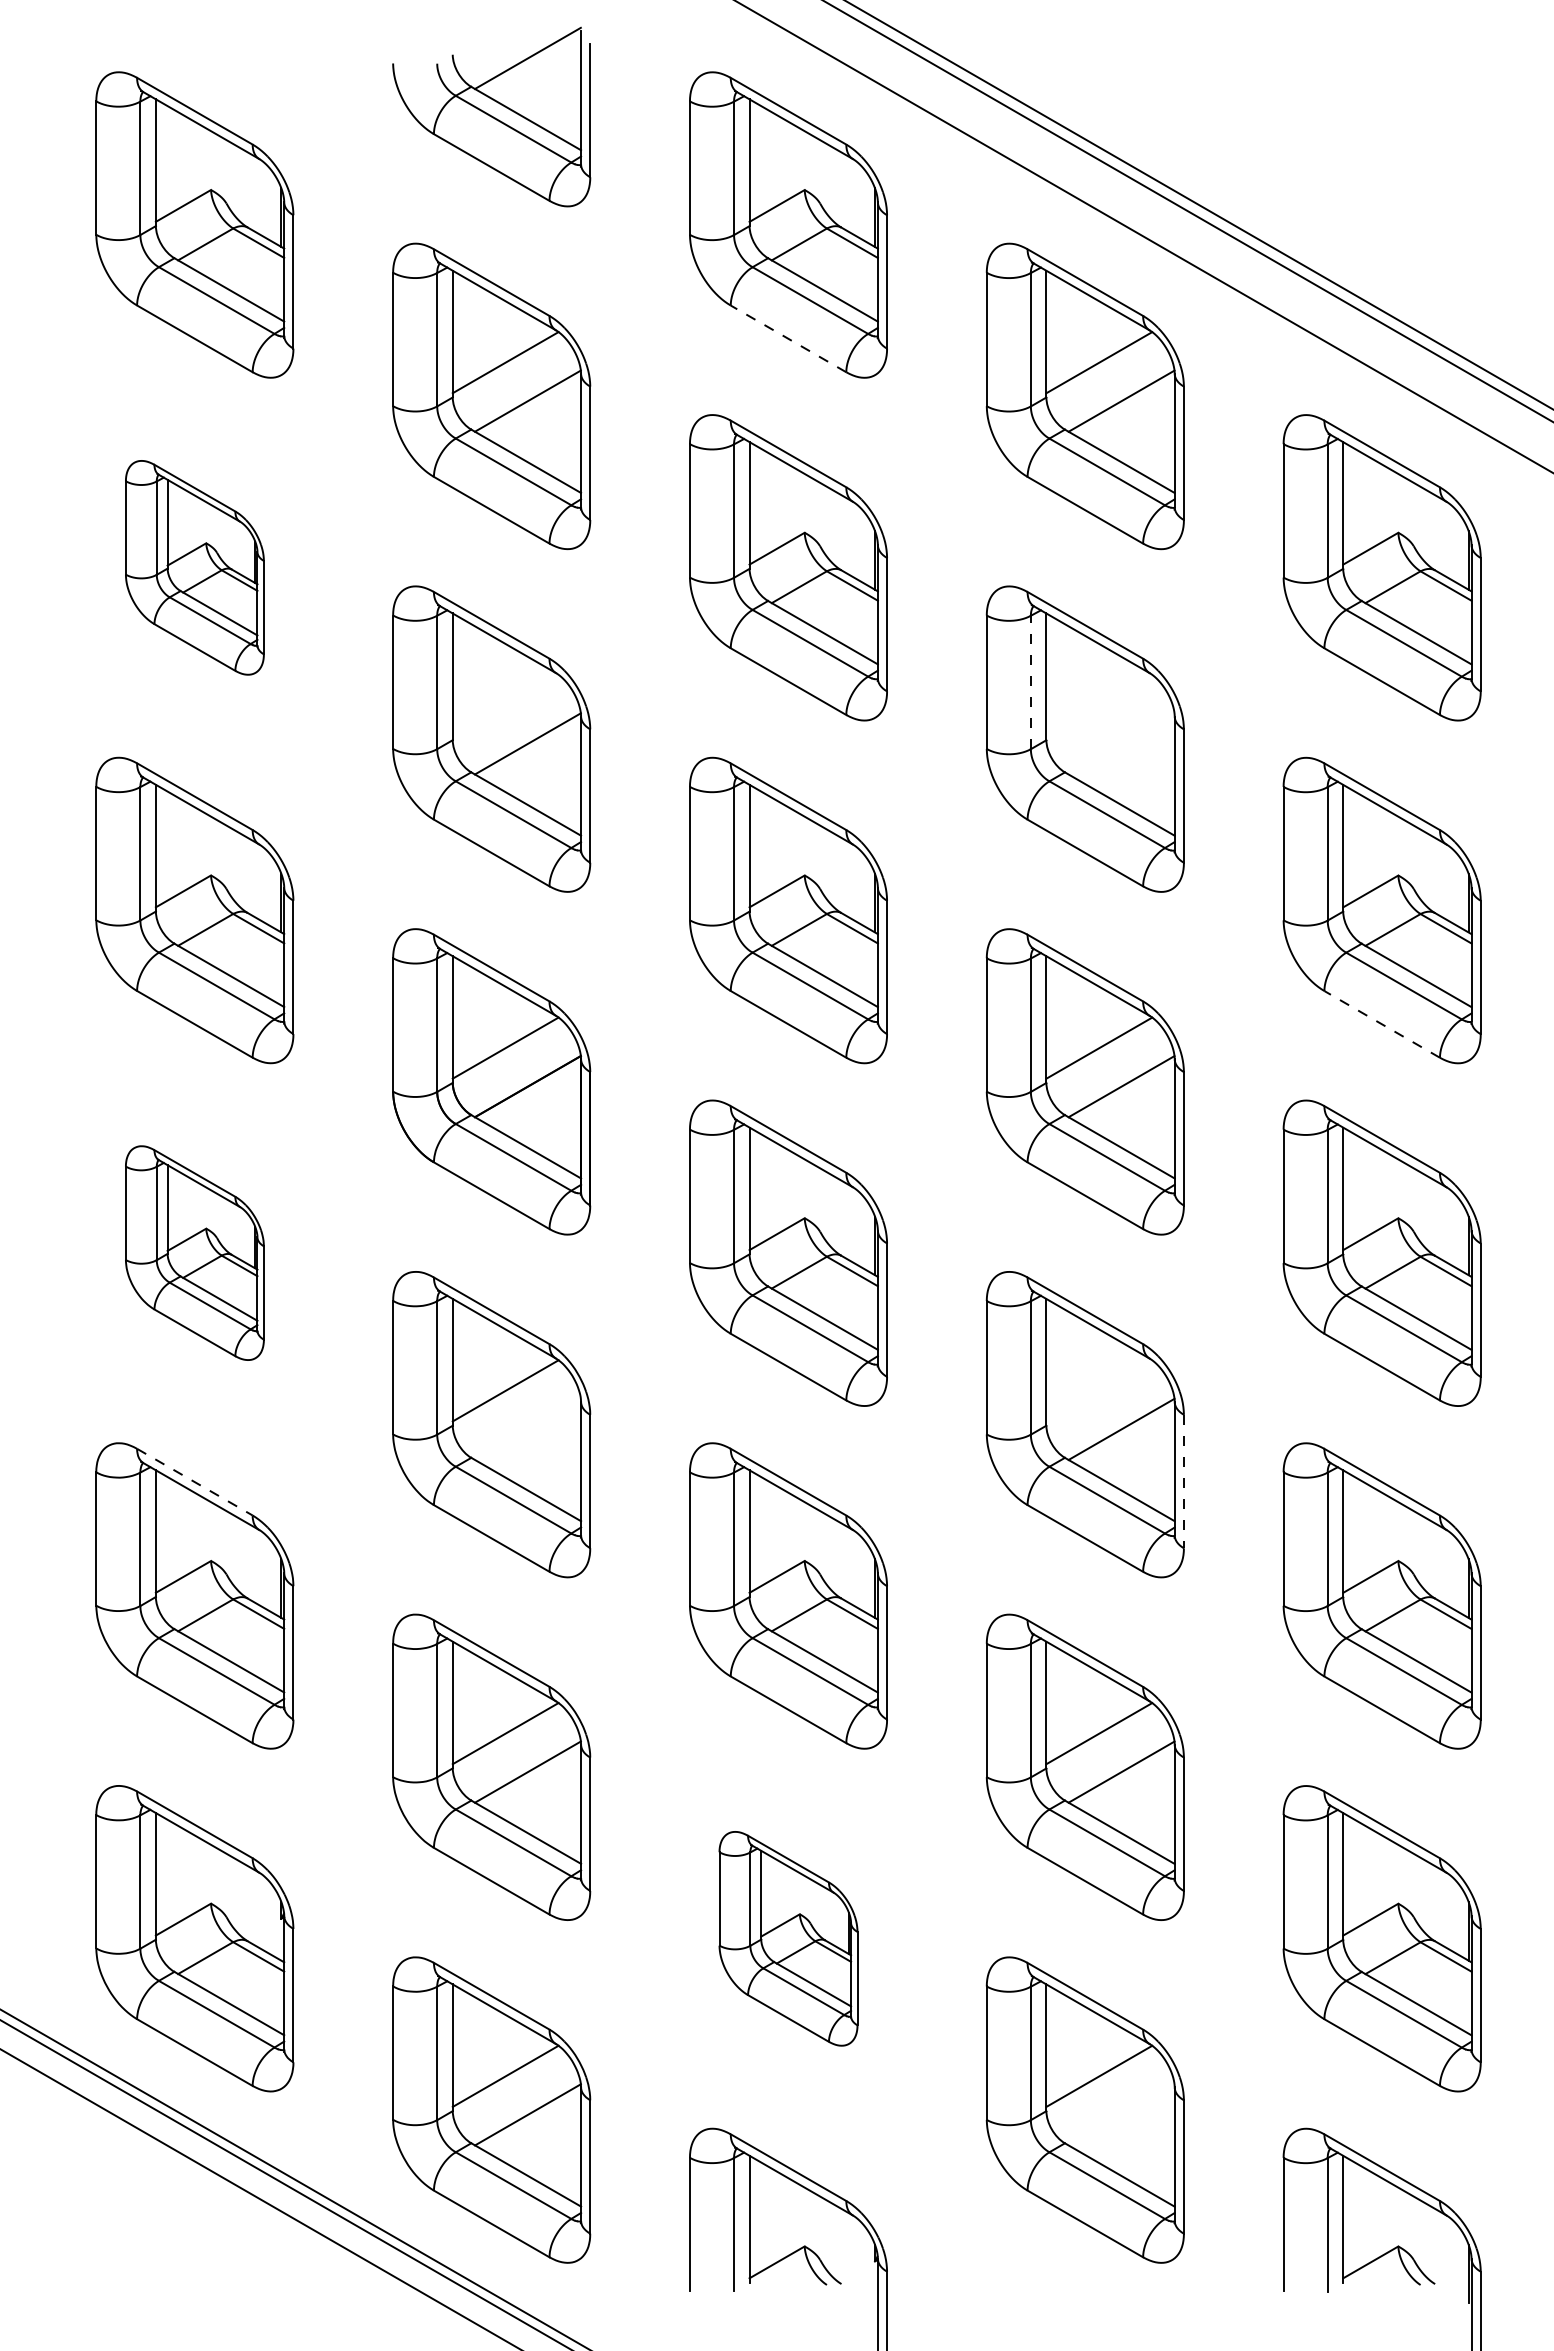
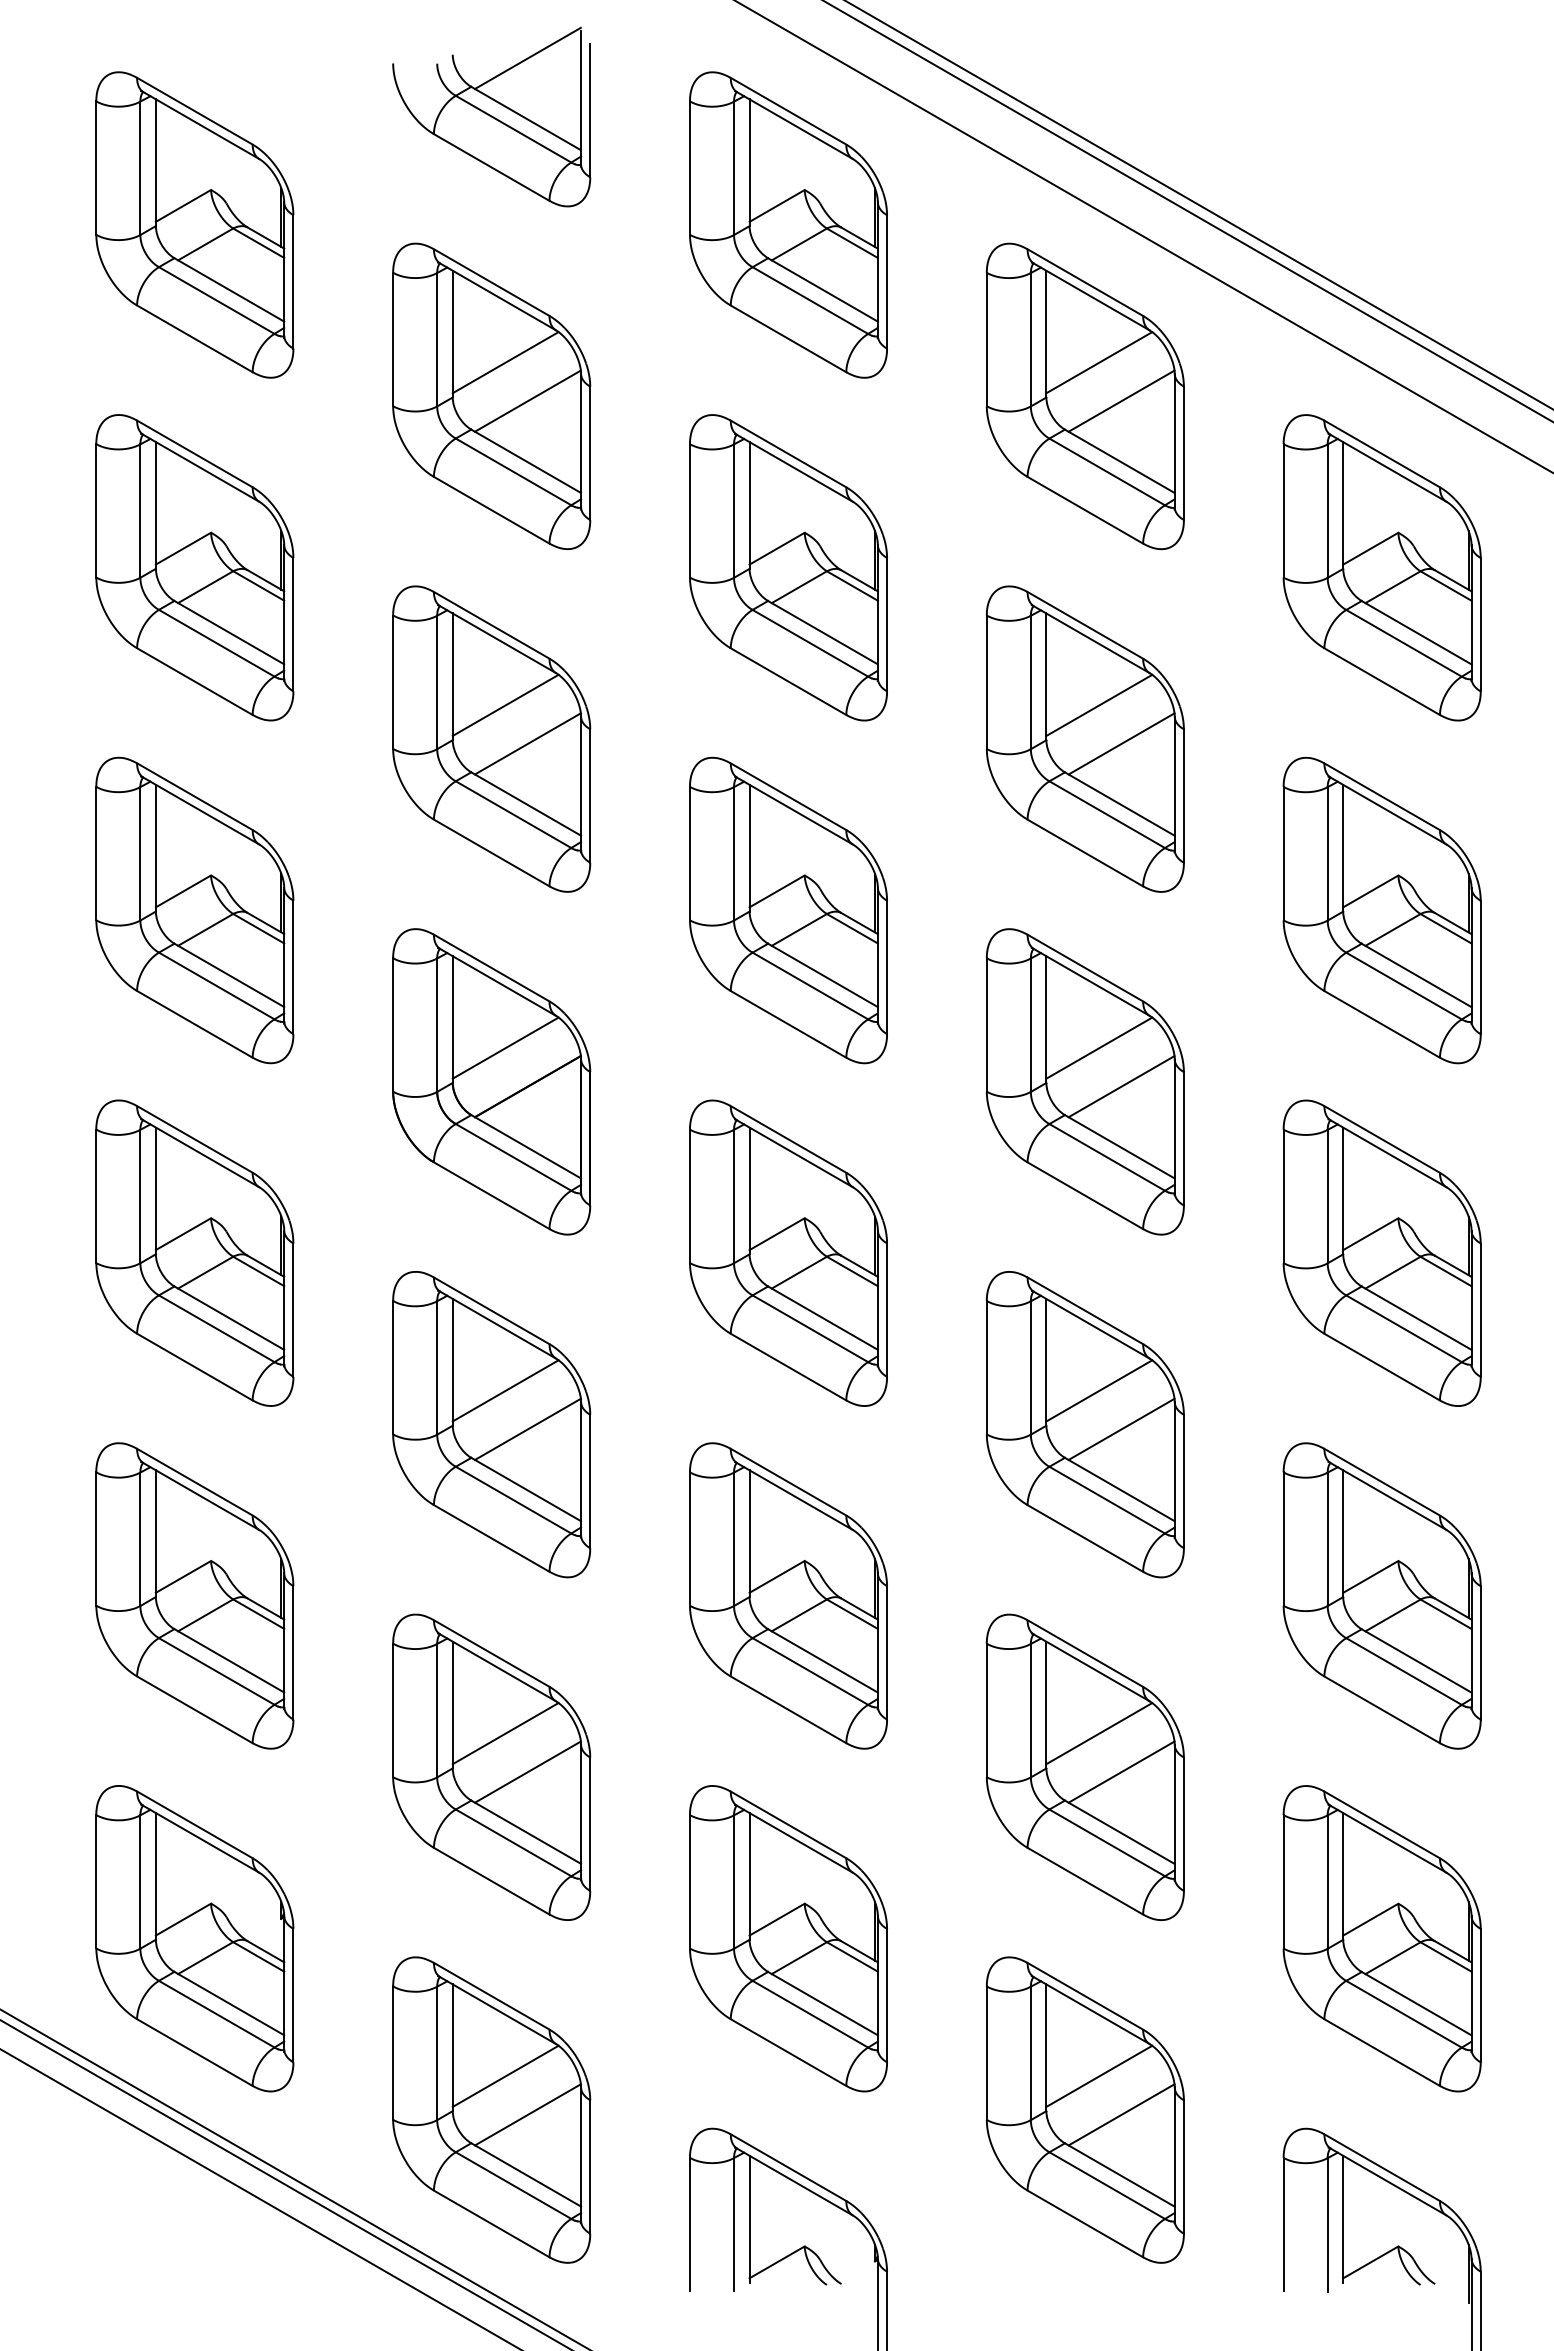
line at (788, 338): dashed -> solid
part at (194, 567) size: 140x216 px -> 200x308 px
line at (1030, 682): dashed -> solid
line at (505, 704): none -> present
line at (1099, 704): none -> present
line at (1121, 743): none -> present
line at (1382, 1024): dashed -> solid
part at (194, 1252) size: 140x216 px -> 200x308 px
line at (1099, 1390): none -> present
line at (527, 1428): none -> present
line at (1183, 1481): dashed -> solid
line at (194, 1482): dashed -> solid
part at (788, 1938) size: 141x216 px -> 199x308 px
line at (1121, 2114): none -> present
